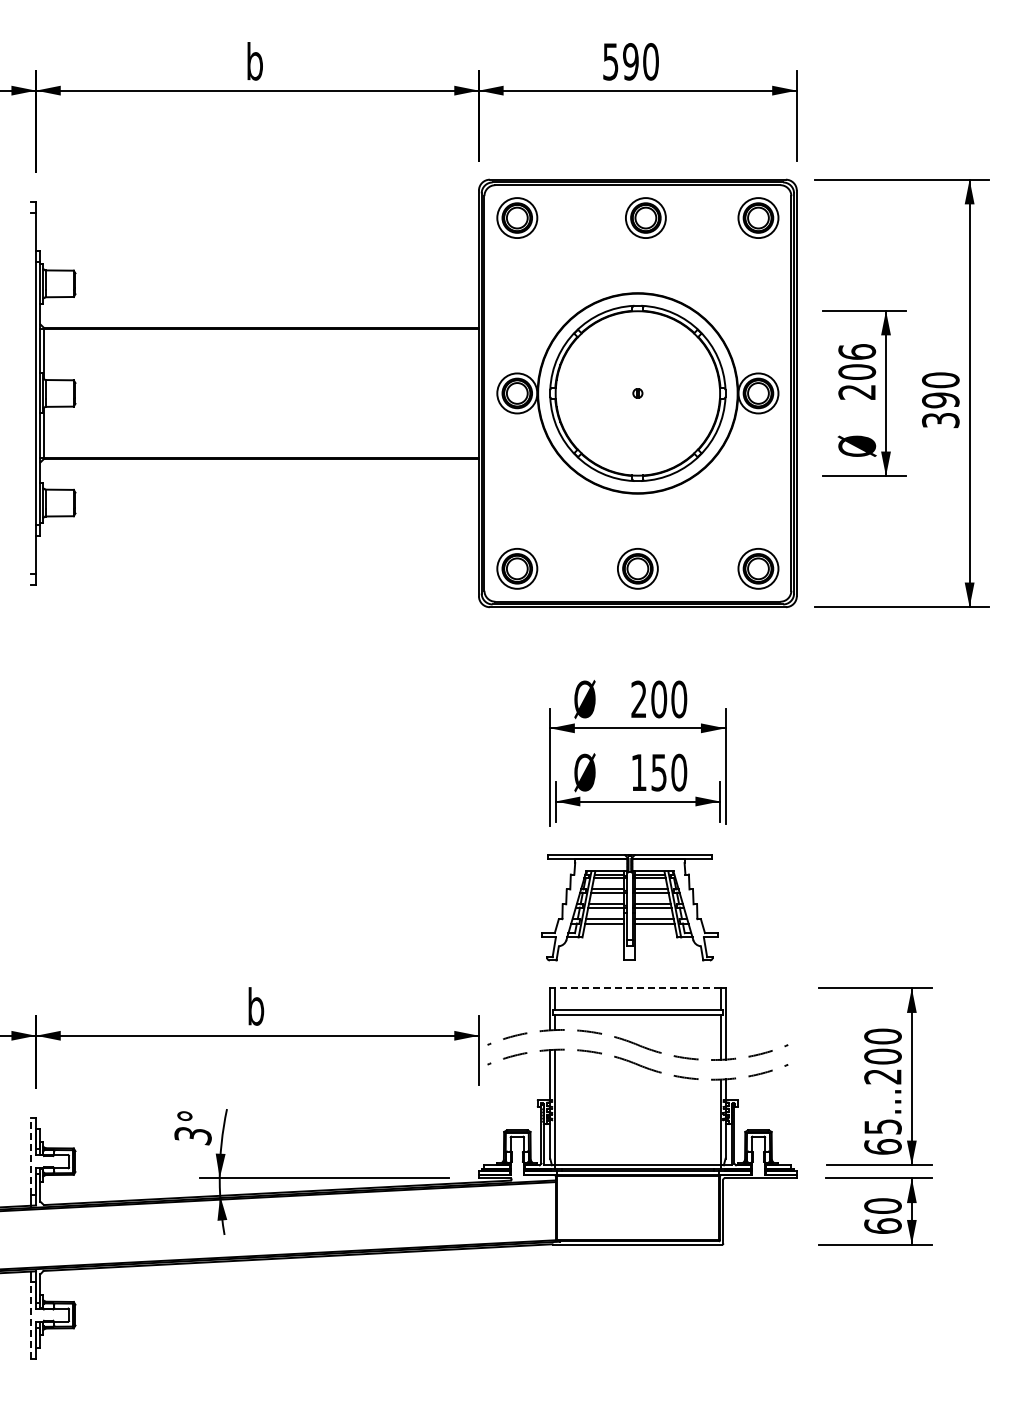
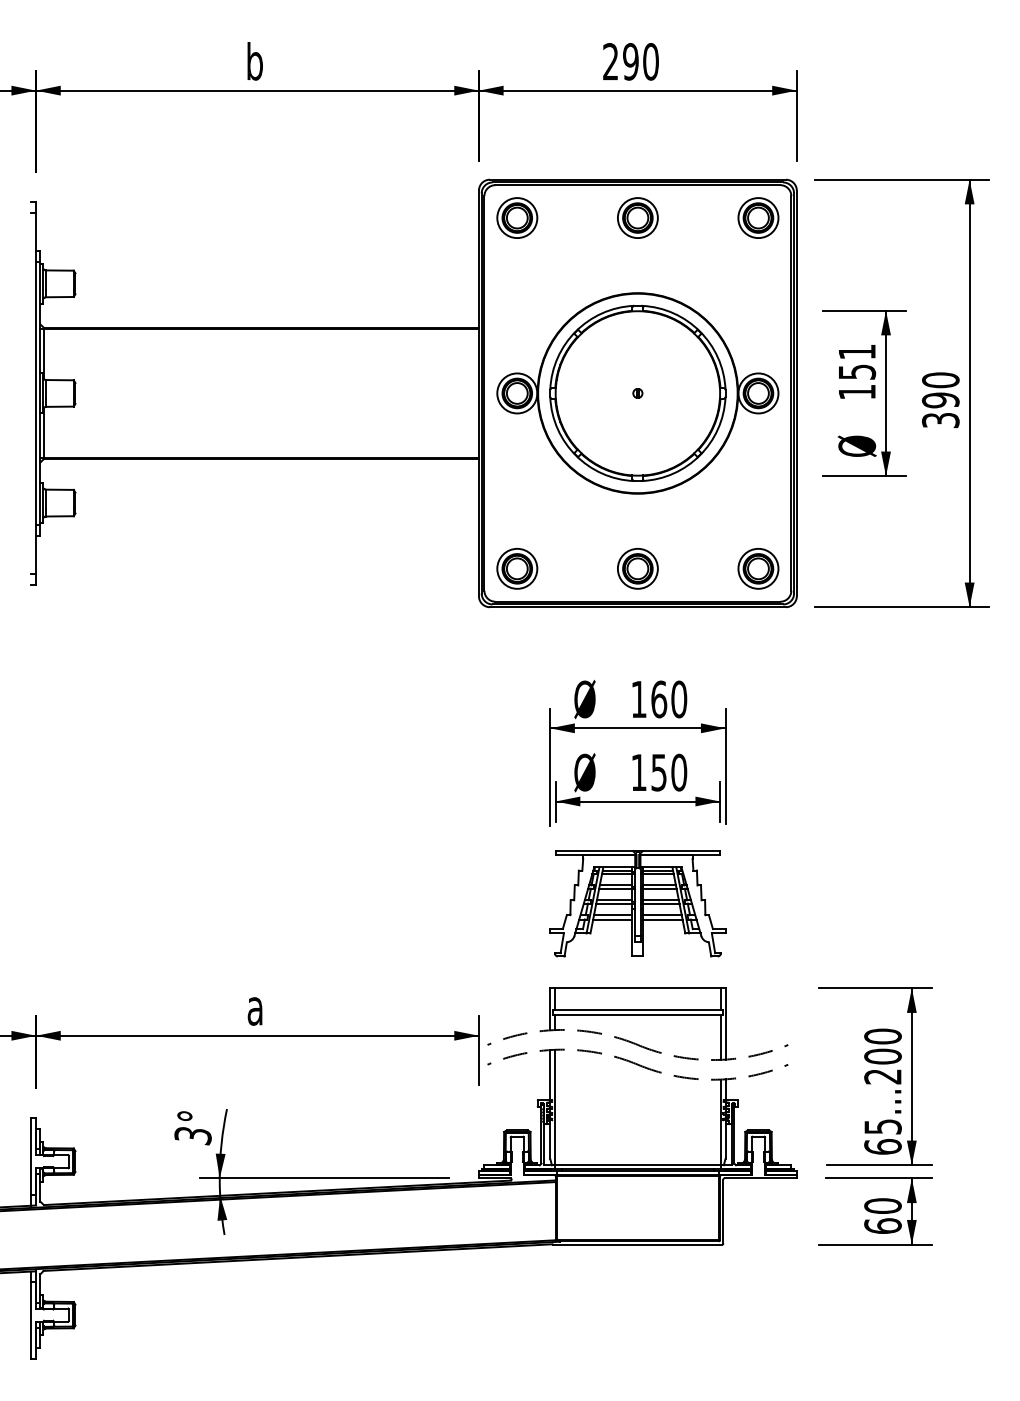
text at (610, 61): 590 -> 290
part at (645, 217) position: (645, 217) -> (637, 217)
text at (857, 371): 206 -> 151
text at (649, 699): 200 -> 160
part at (629, 907) position: (629, 907) -> (637, 903)
line at (637, 988): dashed -> solid
text at (255, 1006): b -> a
line at (30, 1155): dashed -> solid
line at (30, 1320): dashed -> solid
